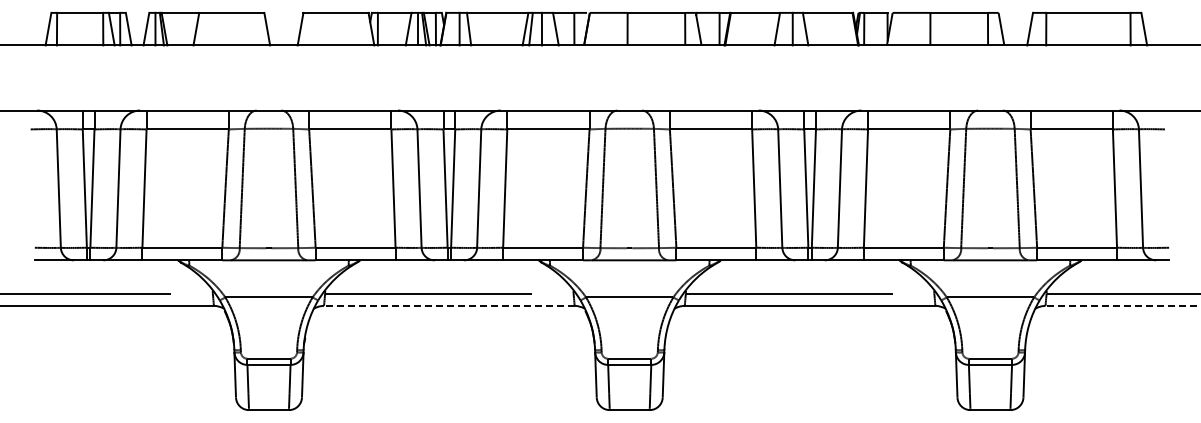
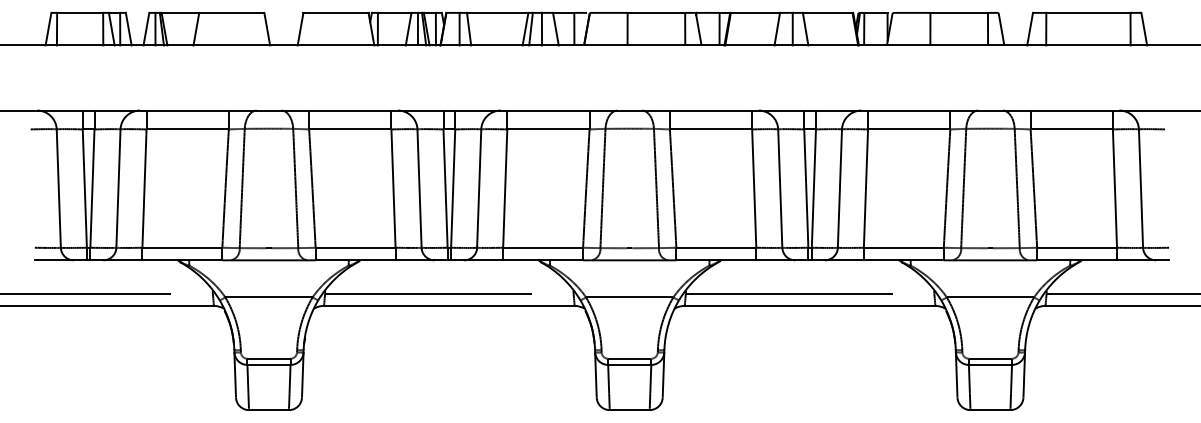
line at (448, 305): dashed -> solid
line at (1122, 305): dashed -> solid
